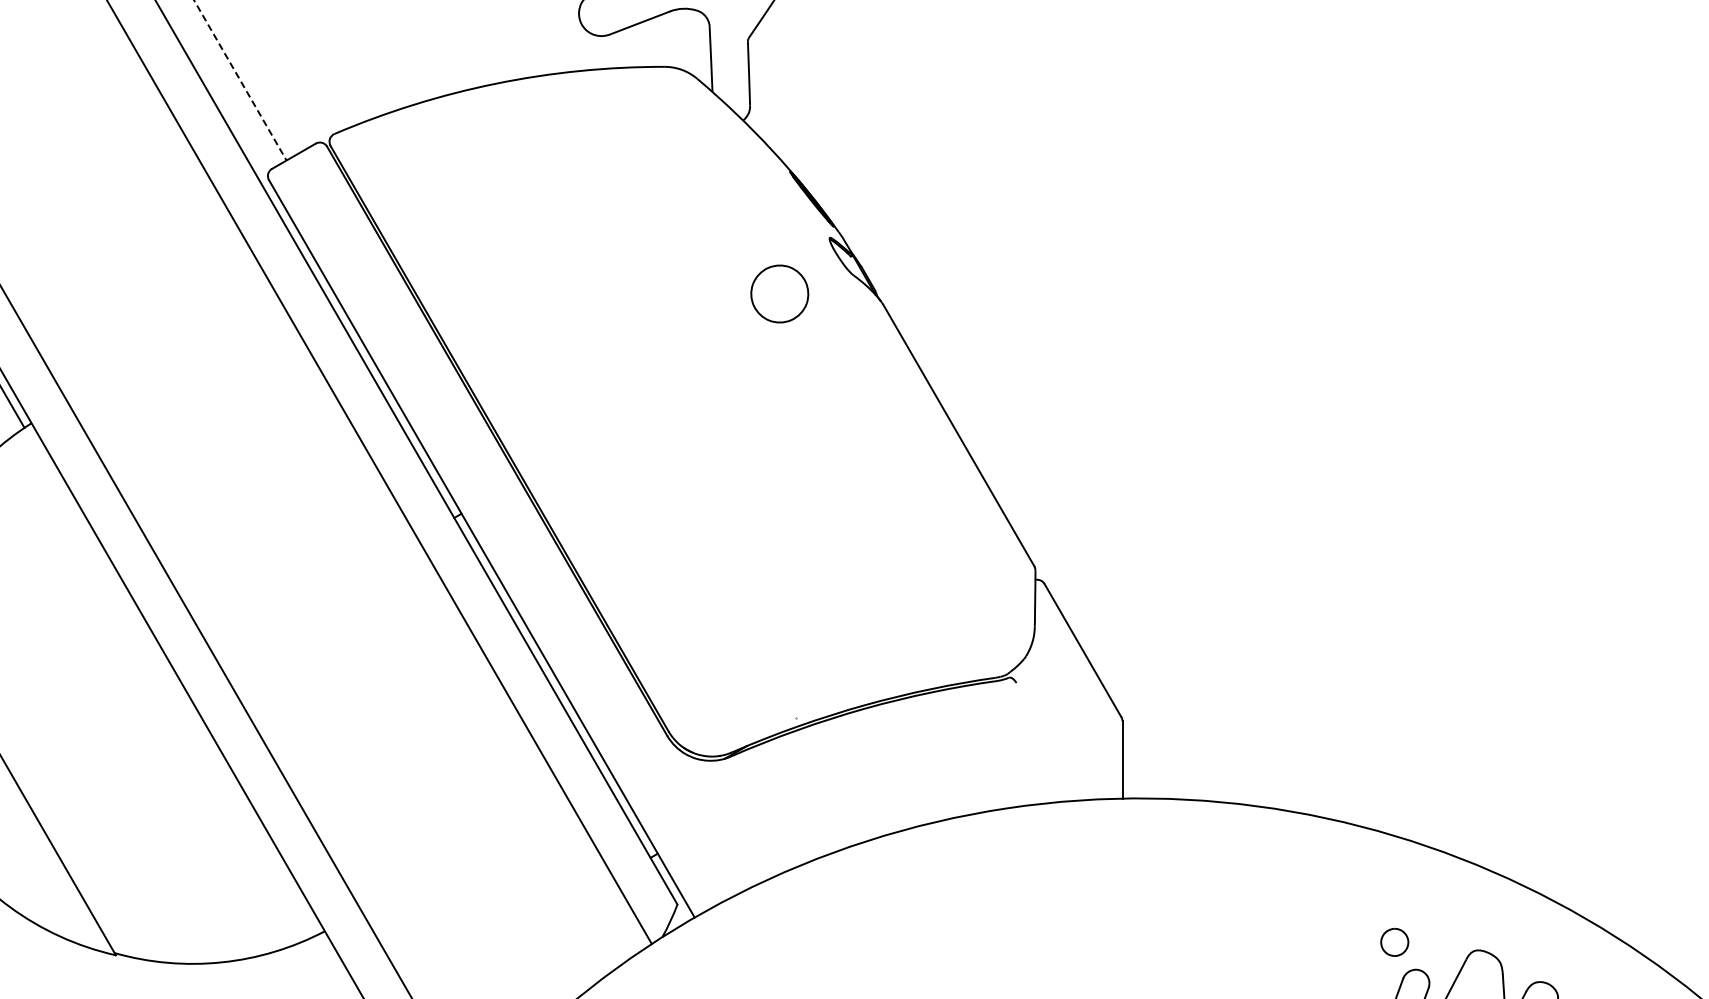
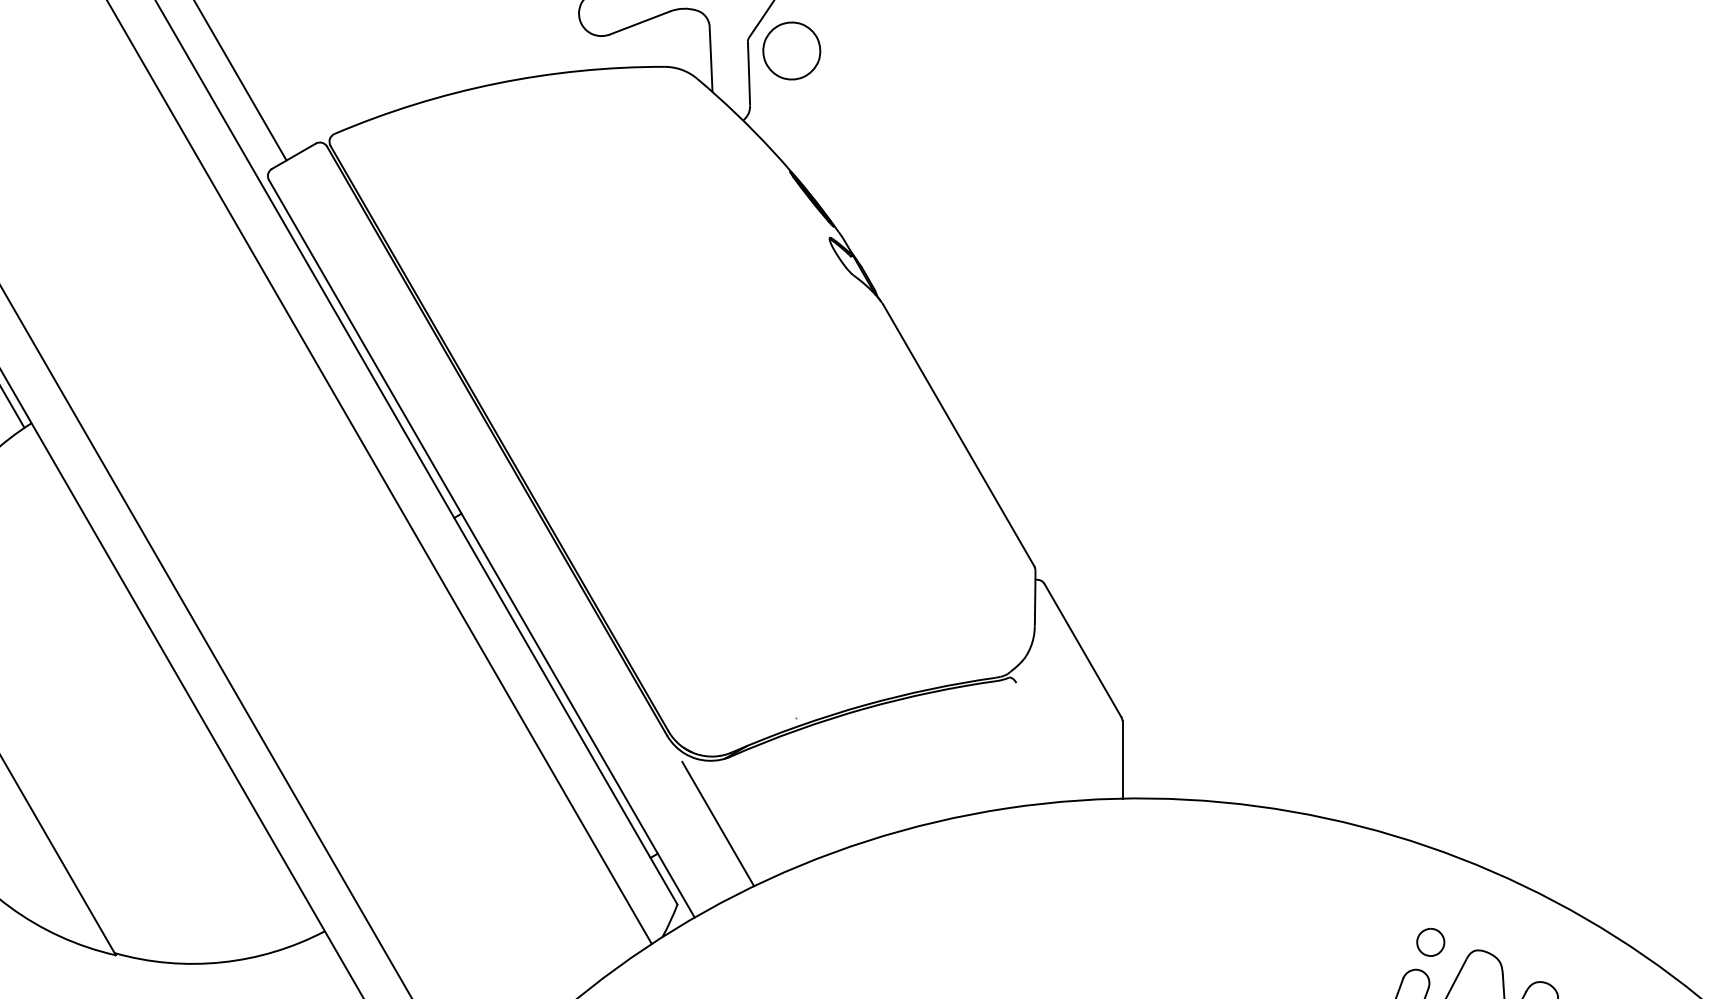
line at (240, 80): dashed -> solid
part at (779, 293) position: (779, 293) -> (791, 50)
line at (718, 823): none -> present
part at (1394, 942) position: (1394, 942) -> (1430, 942)
